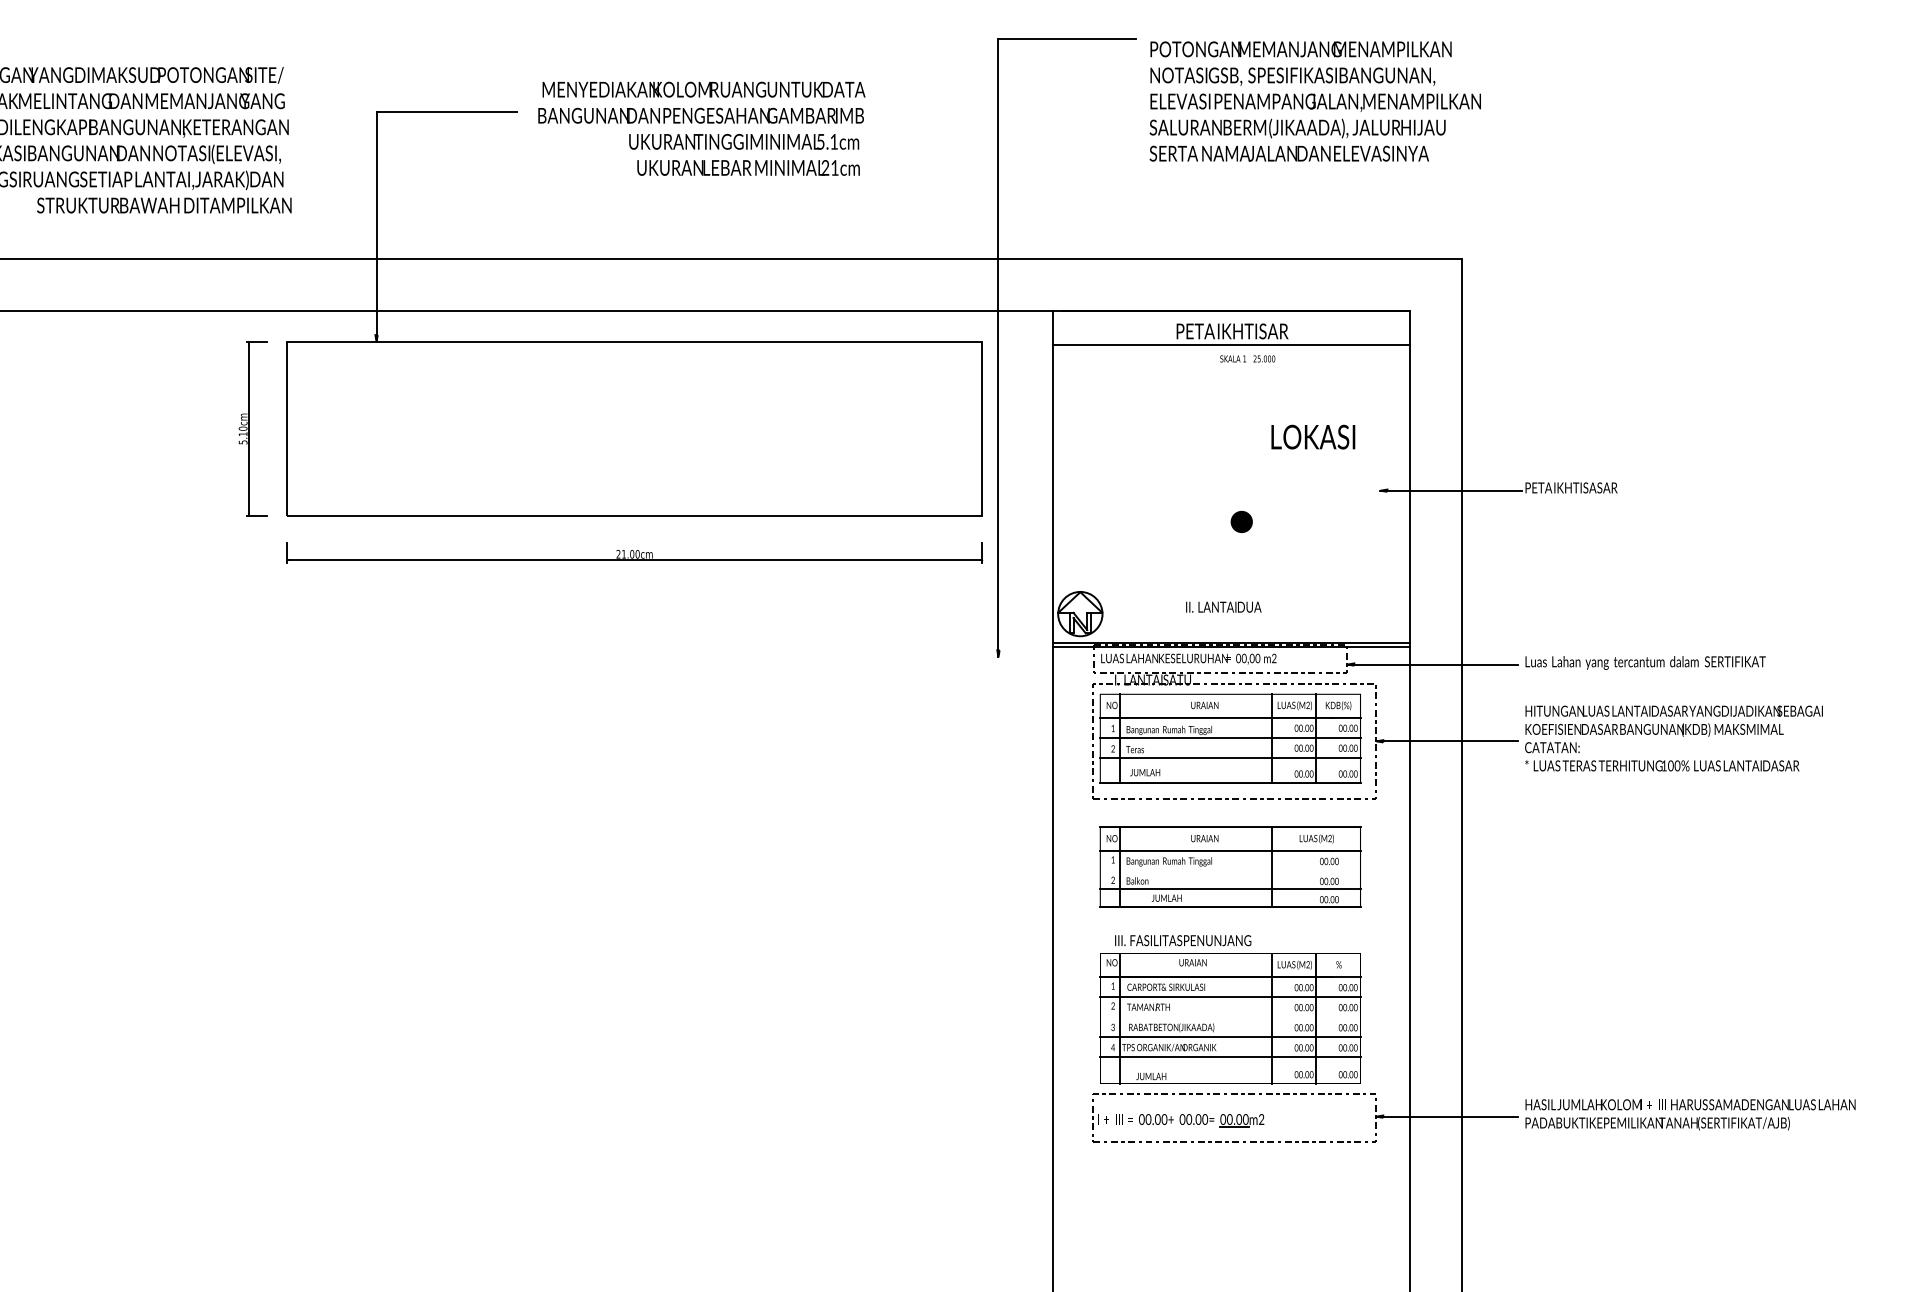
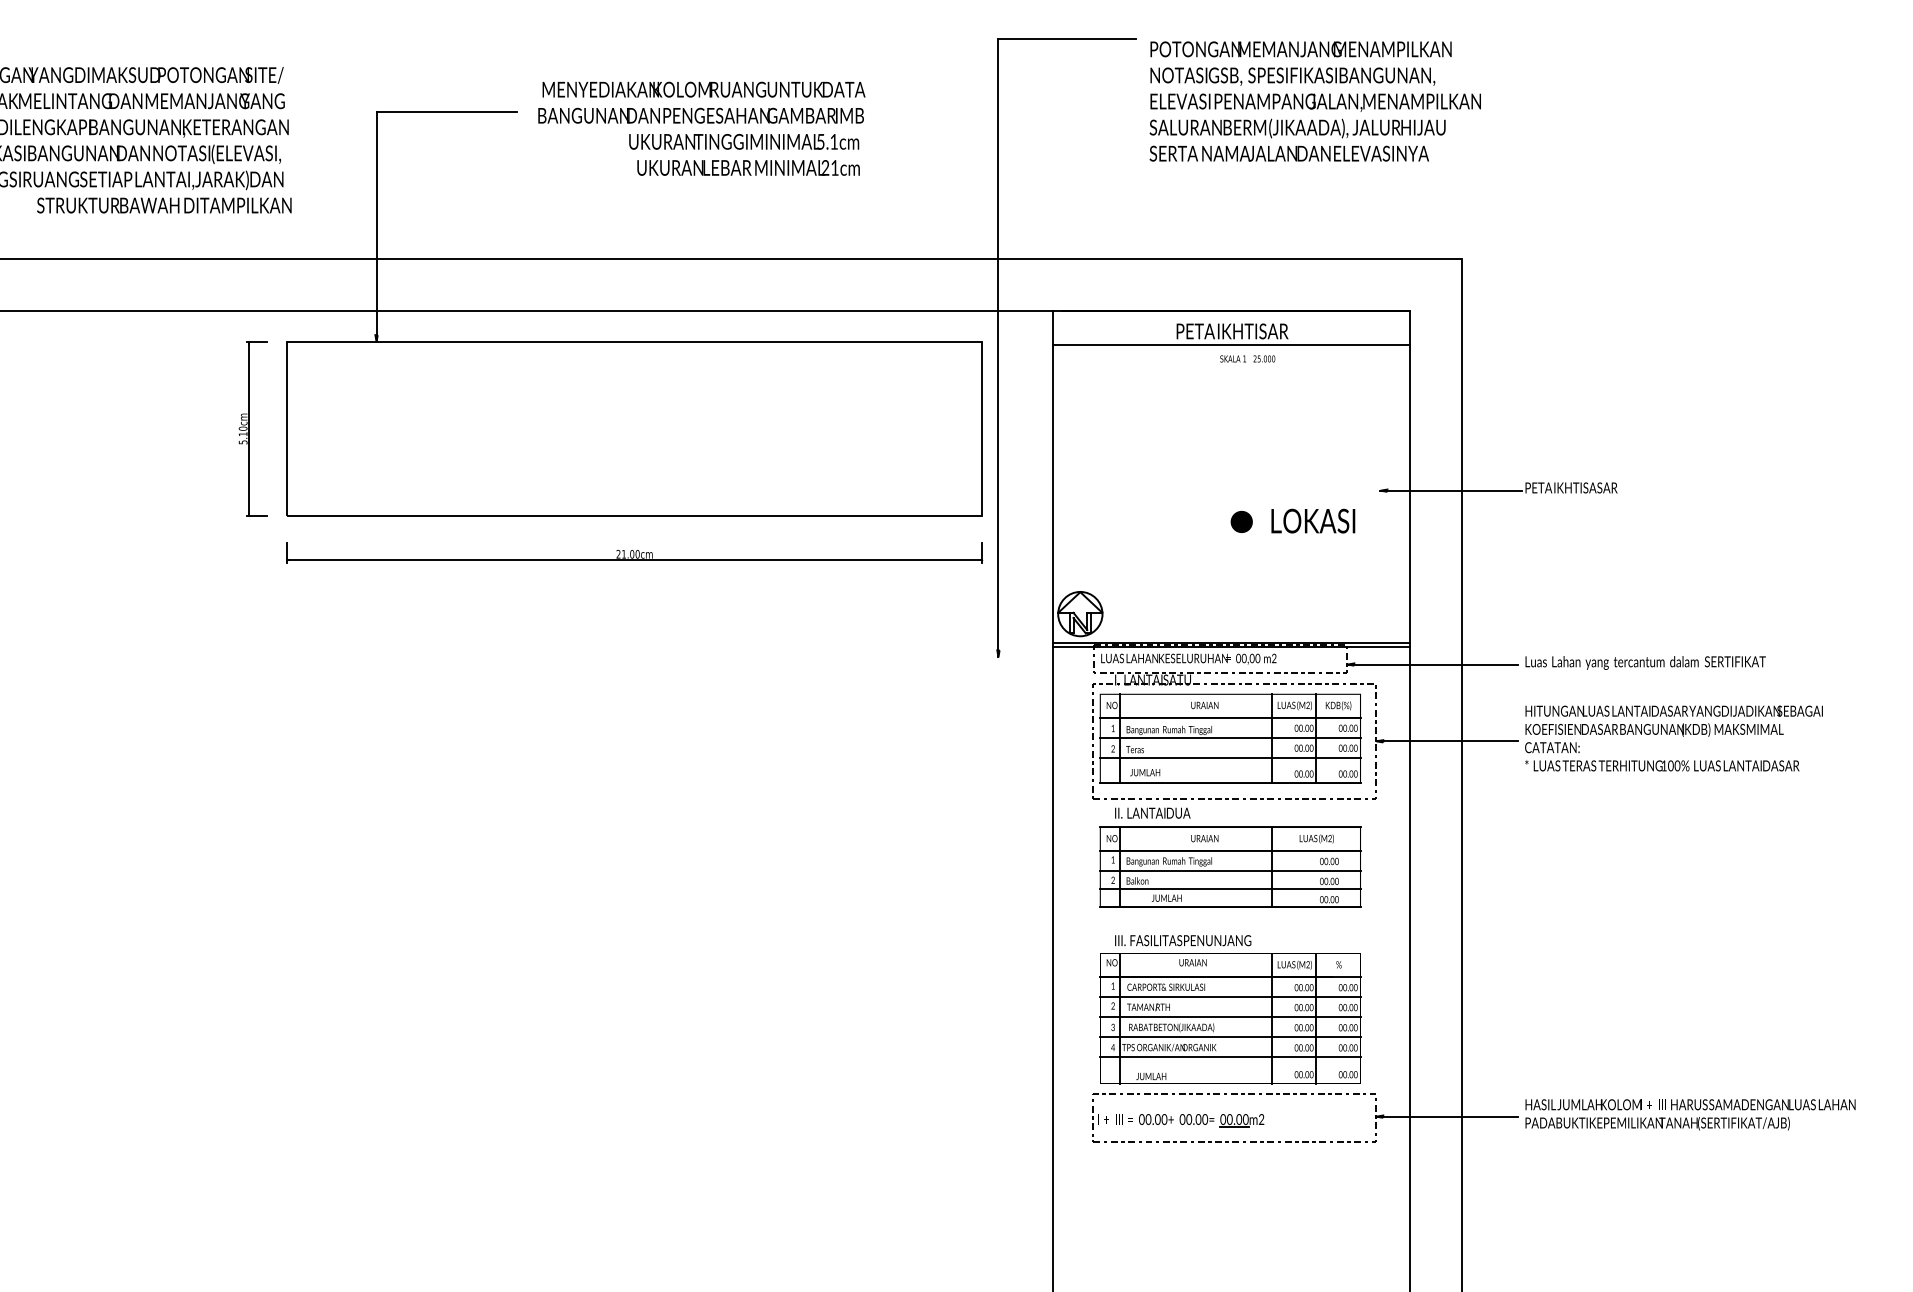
text at (1313, 436) position: (1313, 436) -> (1313, 520)
text at (1223, 606) position: (1223, 606) -> (1152, 812)
line at (1230, 870): none -> present
line at (1230, 1016): none -> present
